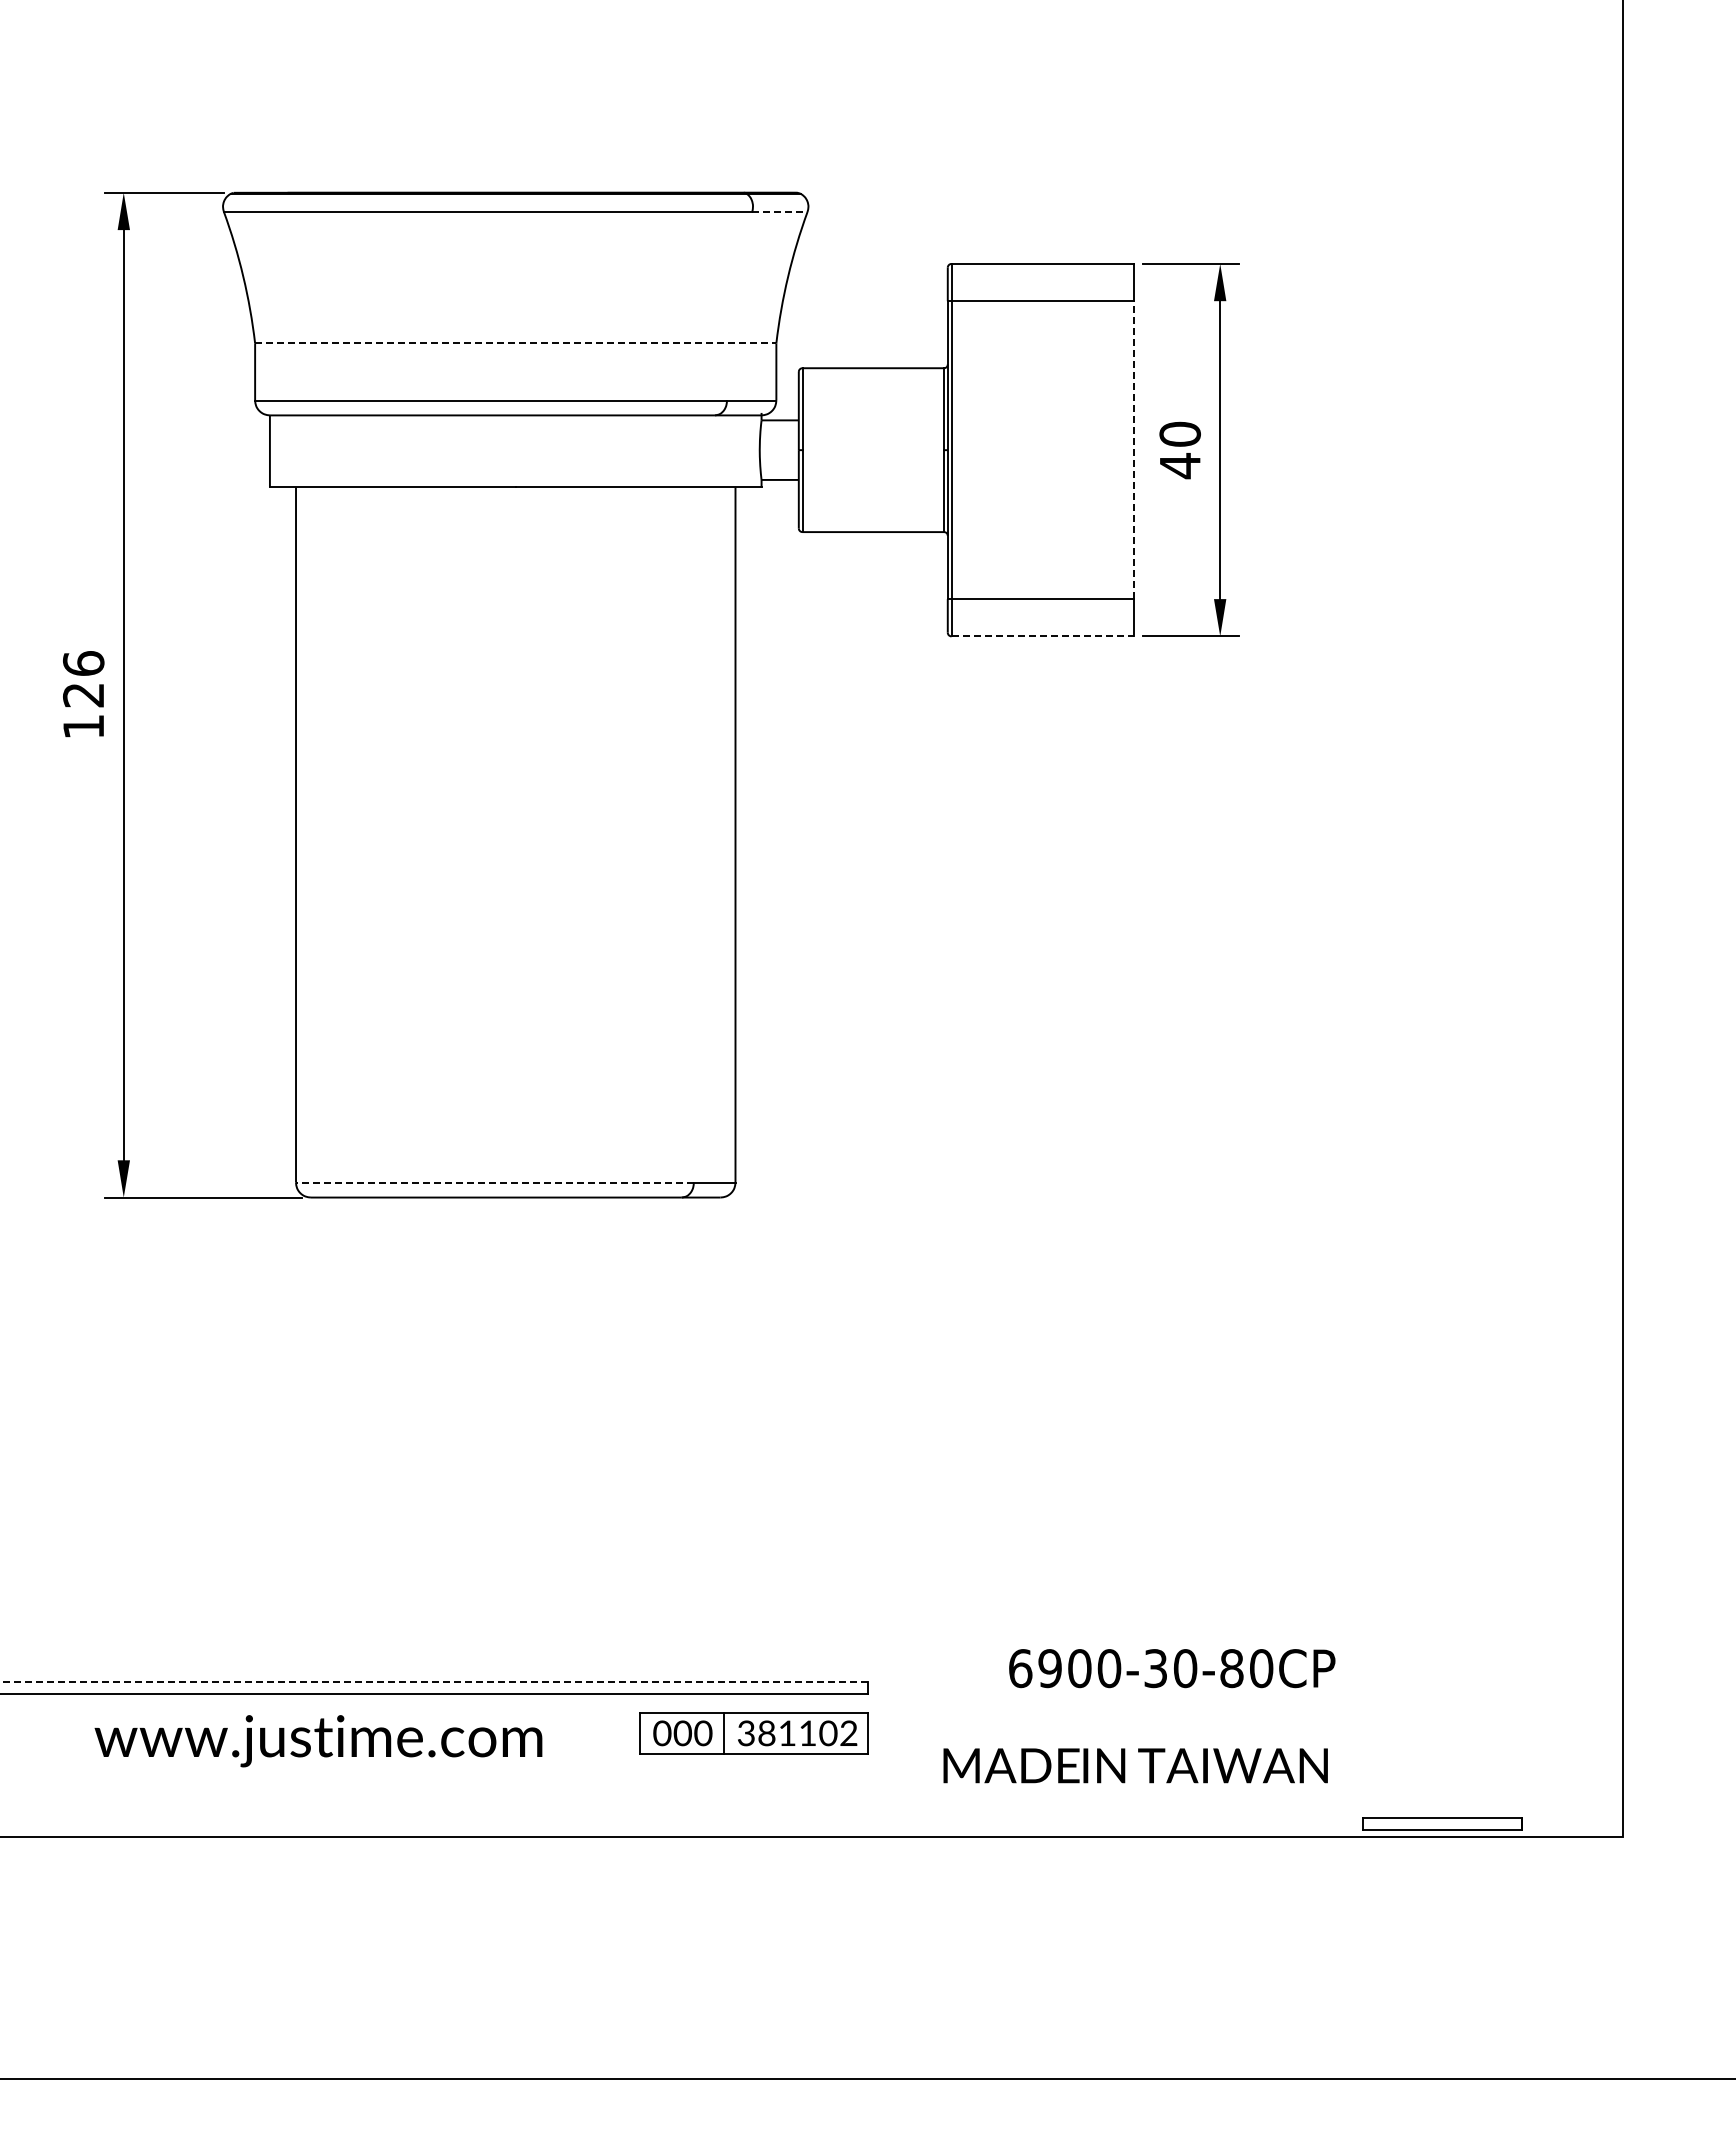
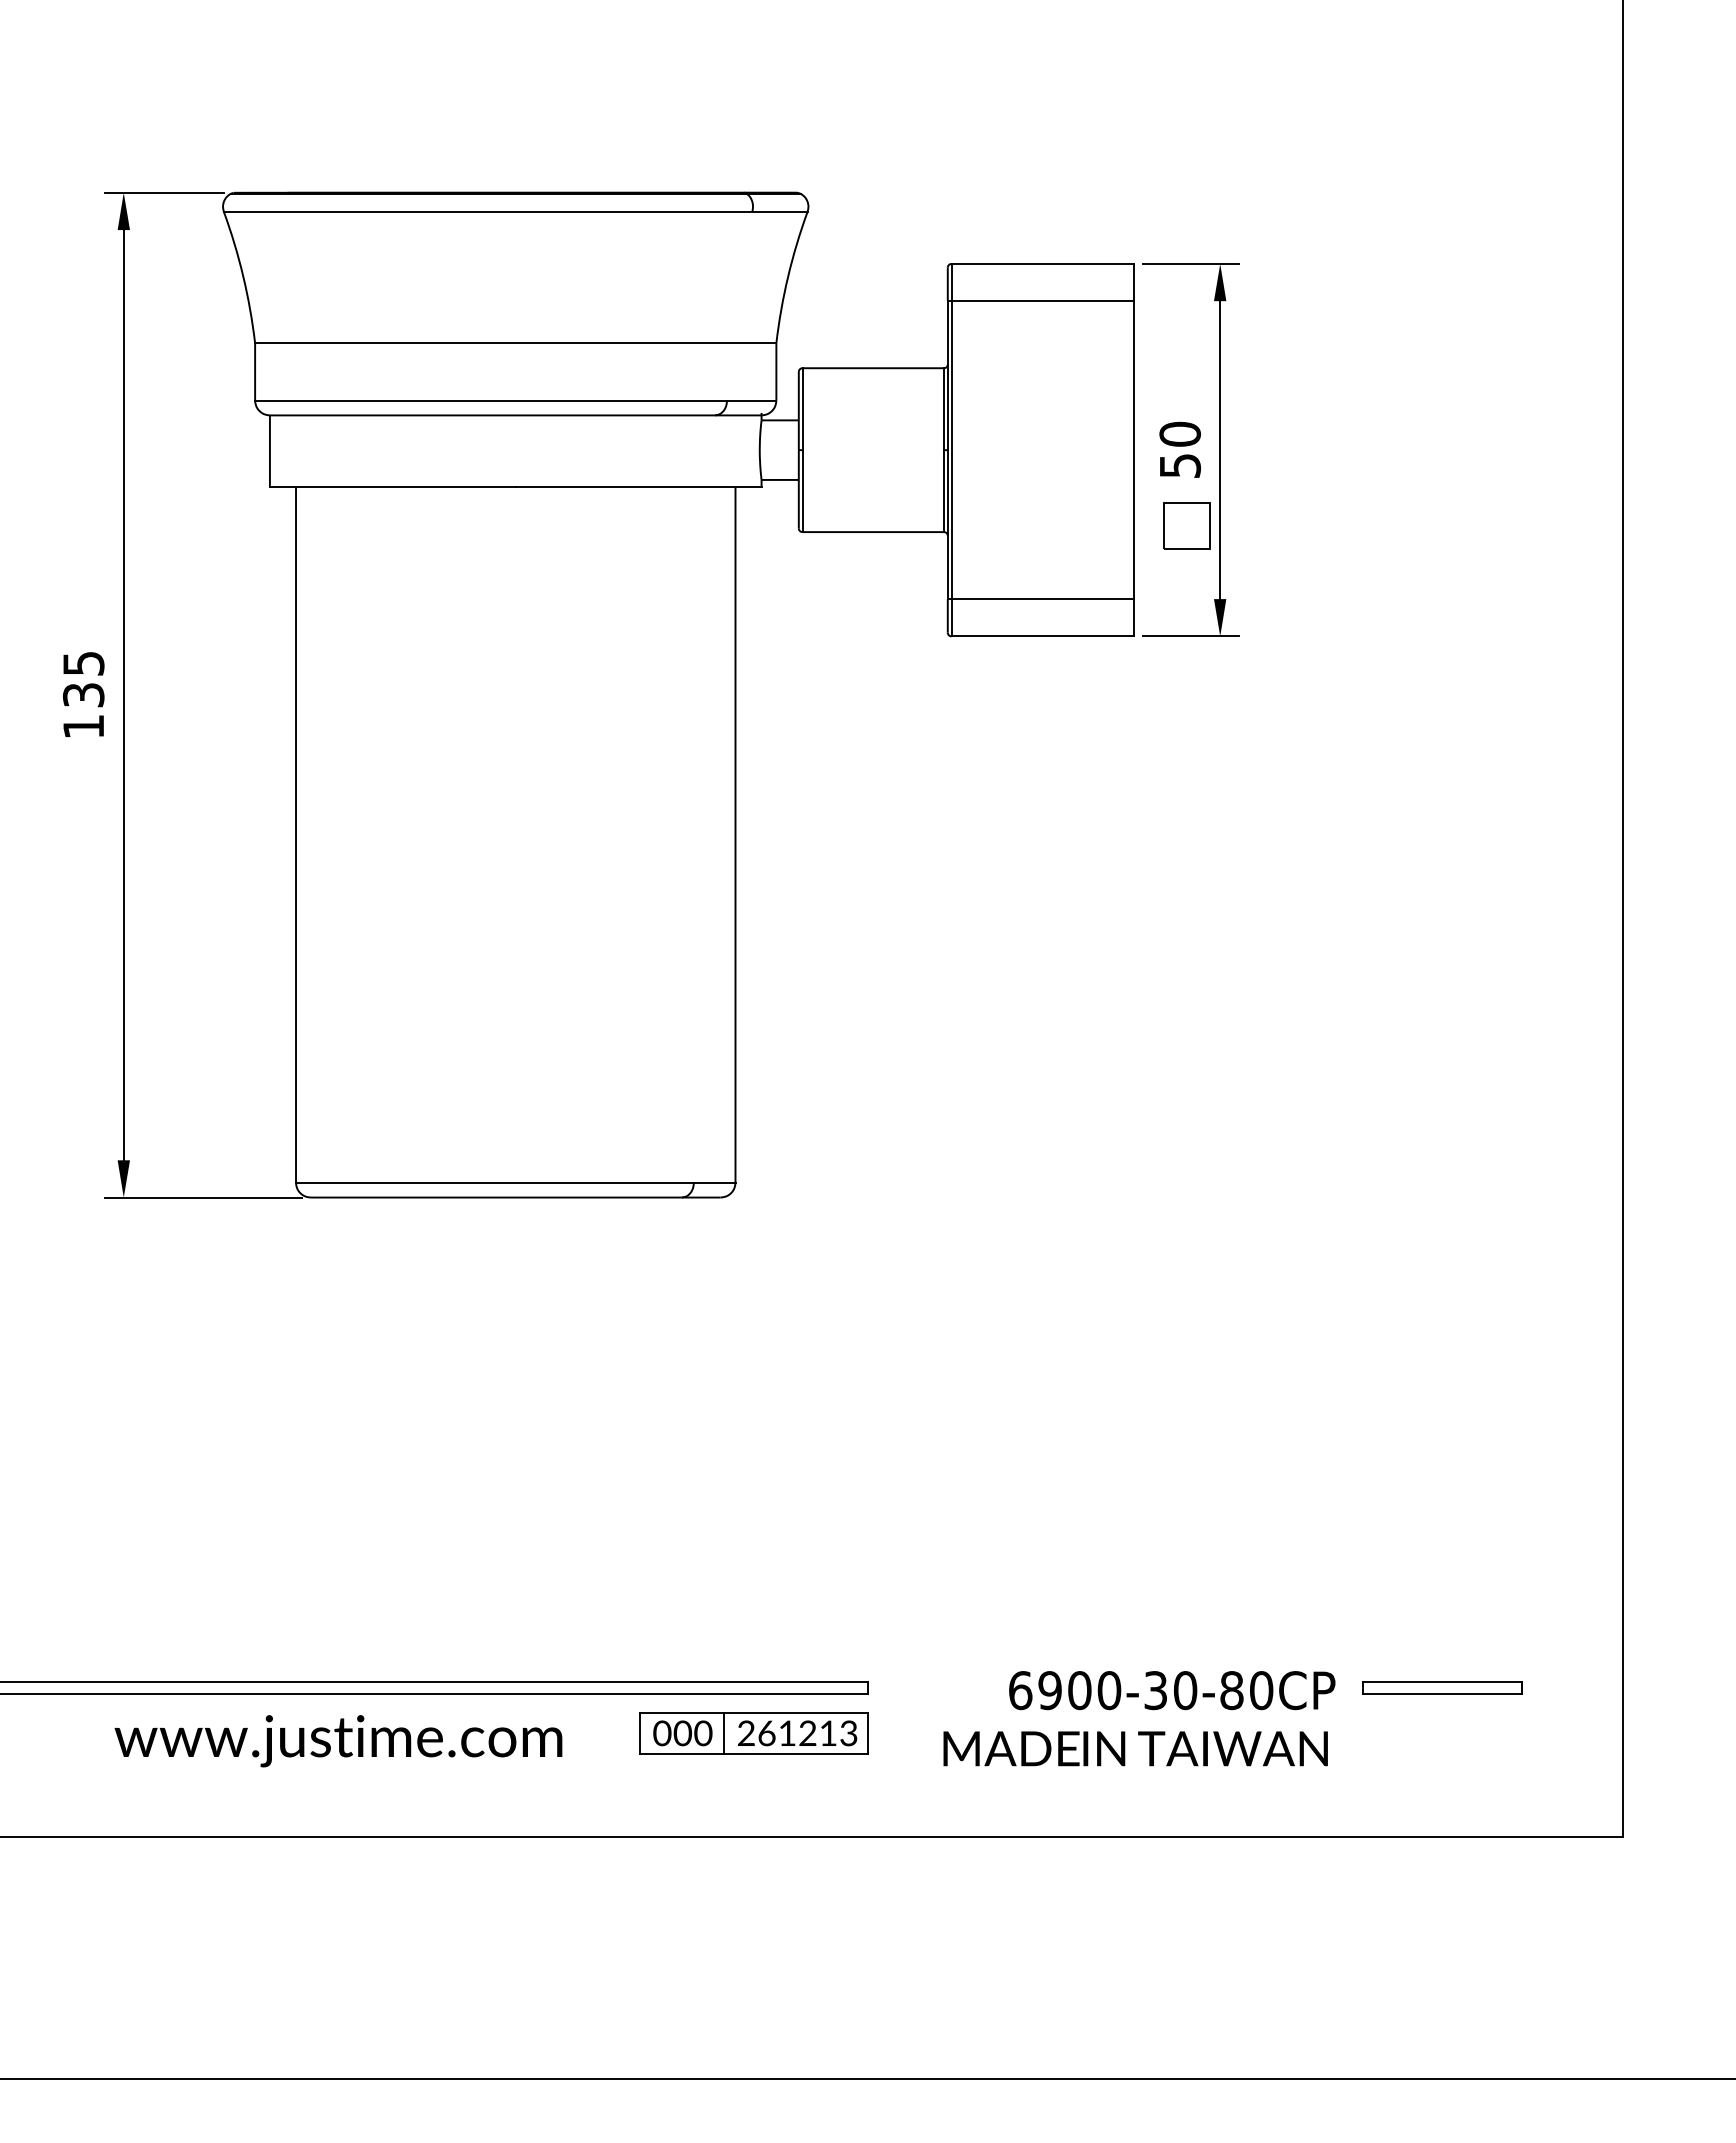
line at (779, 211): dashed -> solid
line at (515, 343): dashed -> solid
line at (1134, 450): dashed -> solid
text at (1180, 466): 40 -> 50
part at (1186, 525): none -> present
line at (1043, 636): dashed -> solid
text at (83, 679): 126 -> 135
line at (494, 1182): dashed -> solid
text at (1172, 1668) position: (1172, 1668) -> (1172, 1690)
line at (433, 1681): dashed -> solid
text at (797, 1733): 381102 -> 261213
text at (318, 1741) position: (318, 1741) -> (338, 1741)
text at (1135, 1765) position: (1135, 1765) -> (1135, 1748)
part at (1442, 1823) position: (1442, 1823) -> (1442, 1687)
